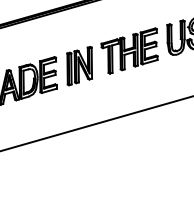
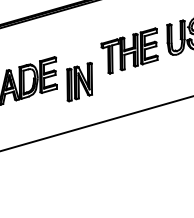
part at (79, 66) position: (79, 66) -> (79, 82)
